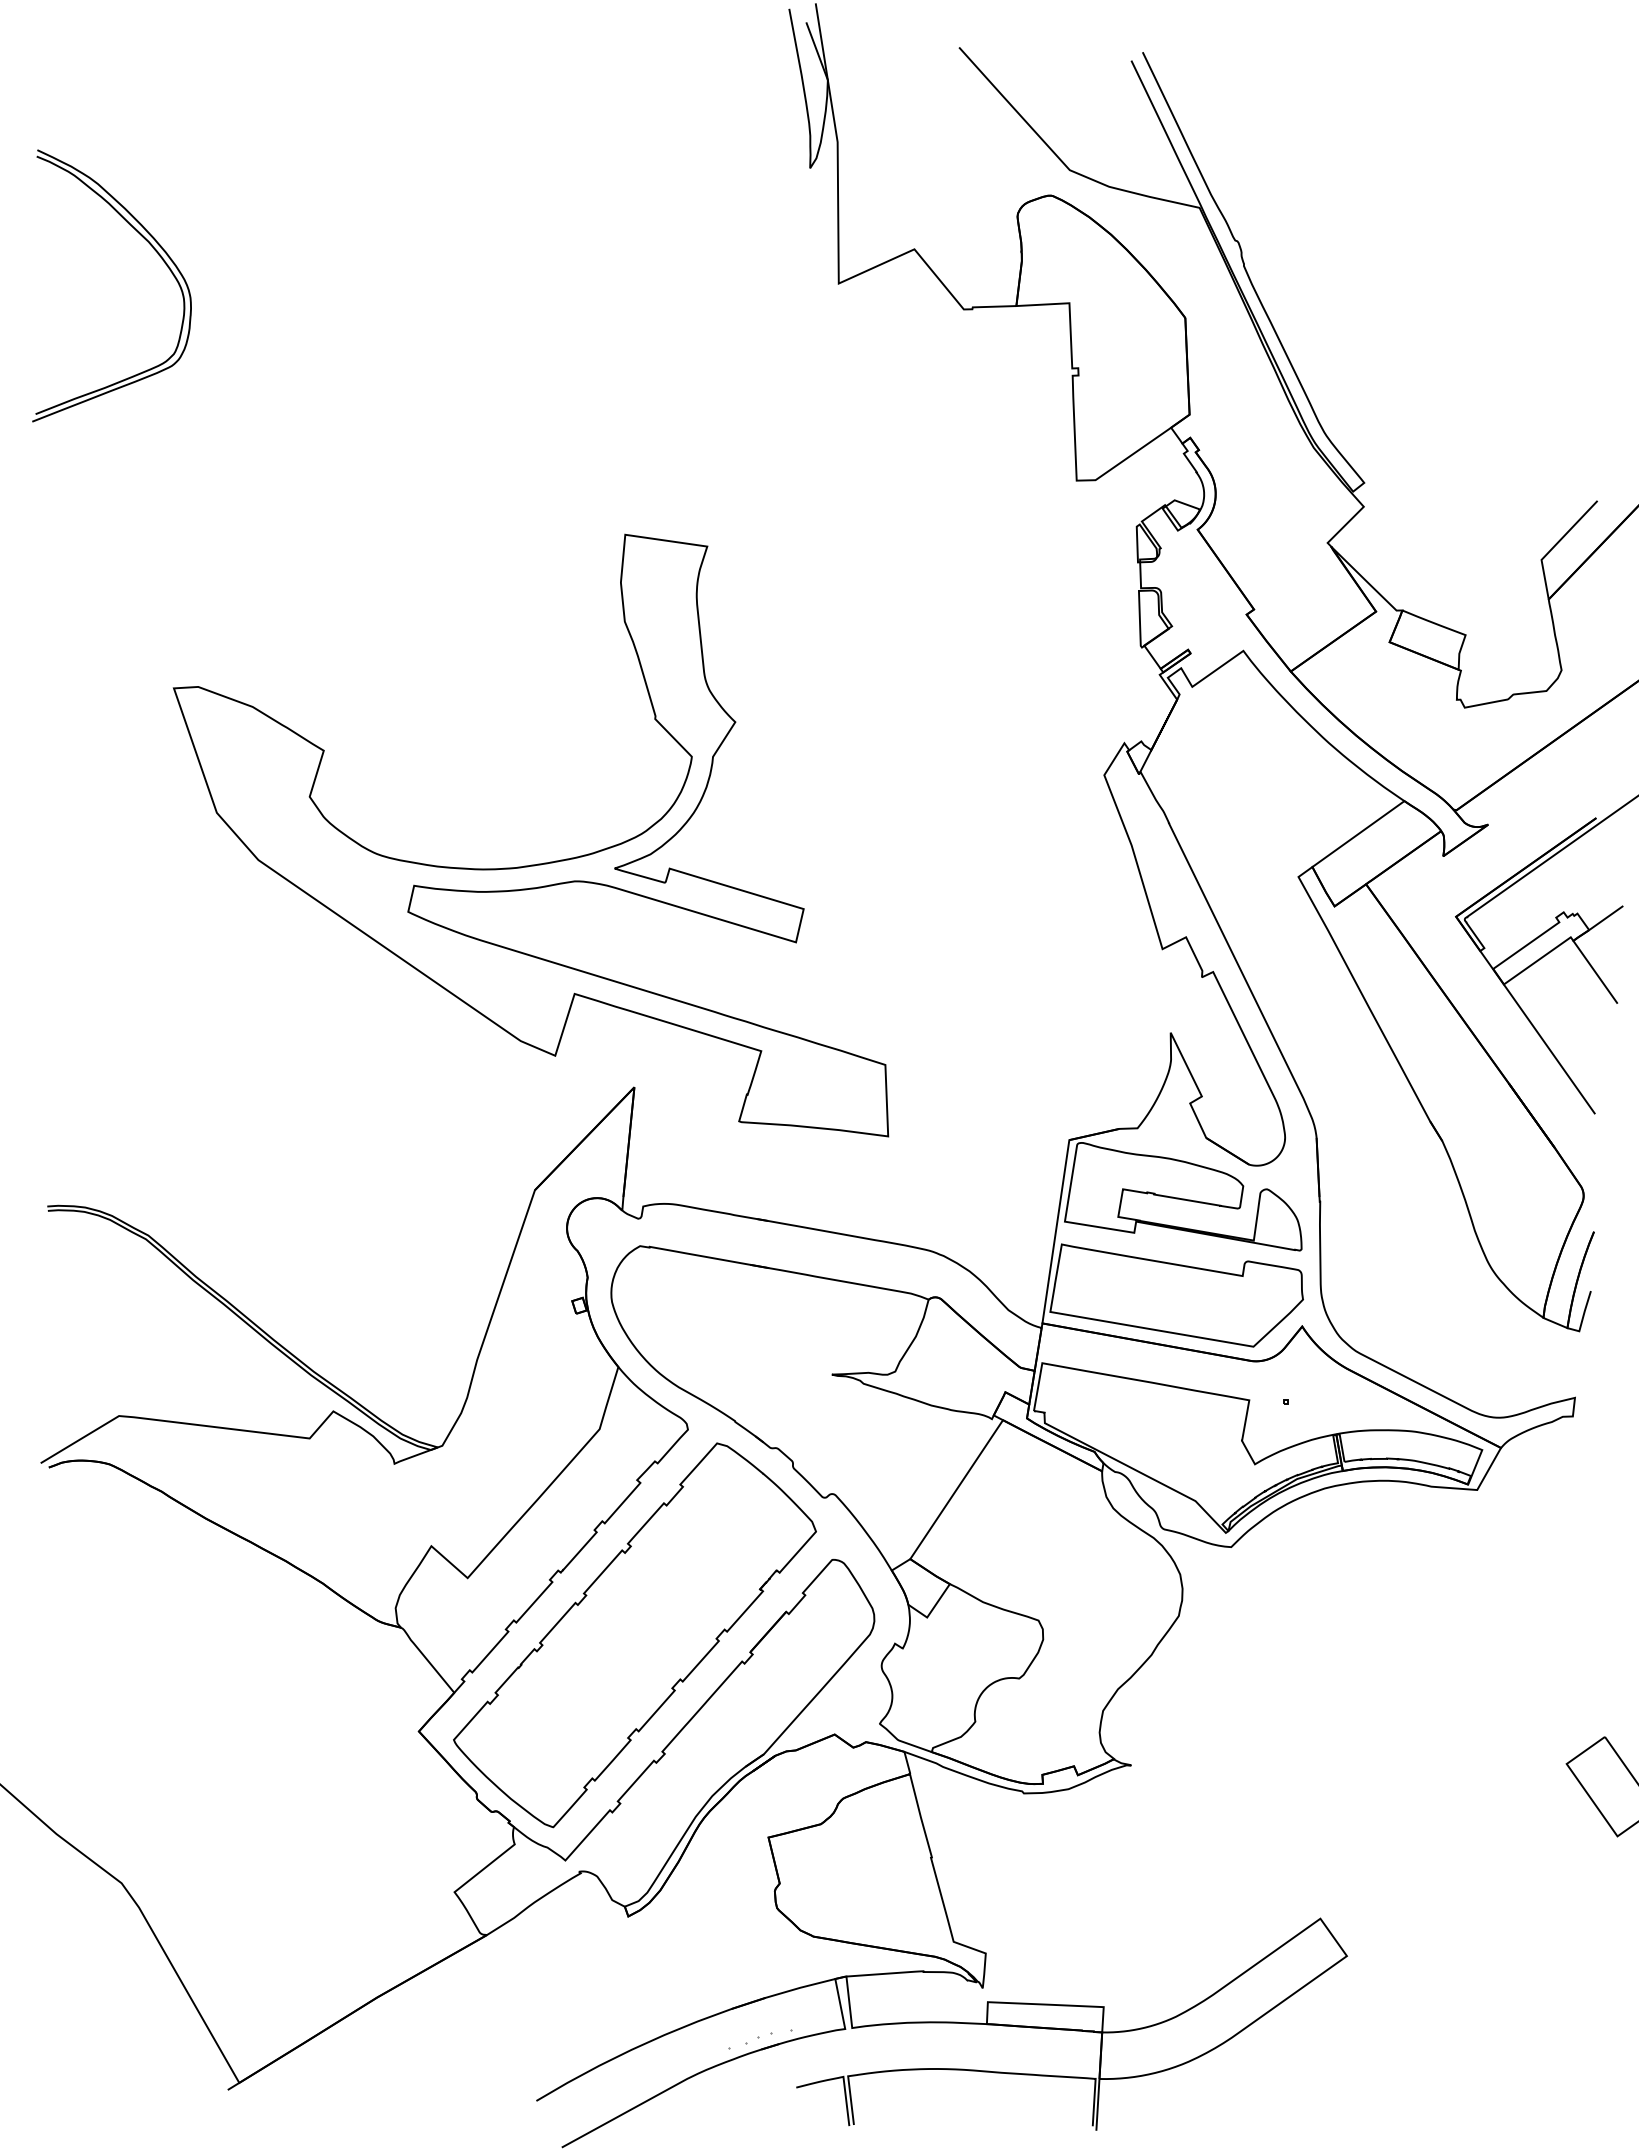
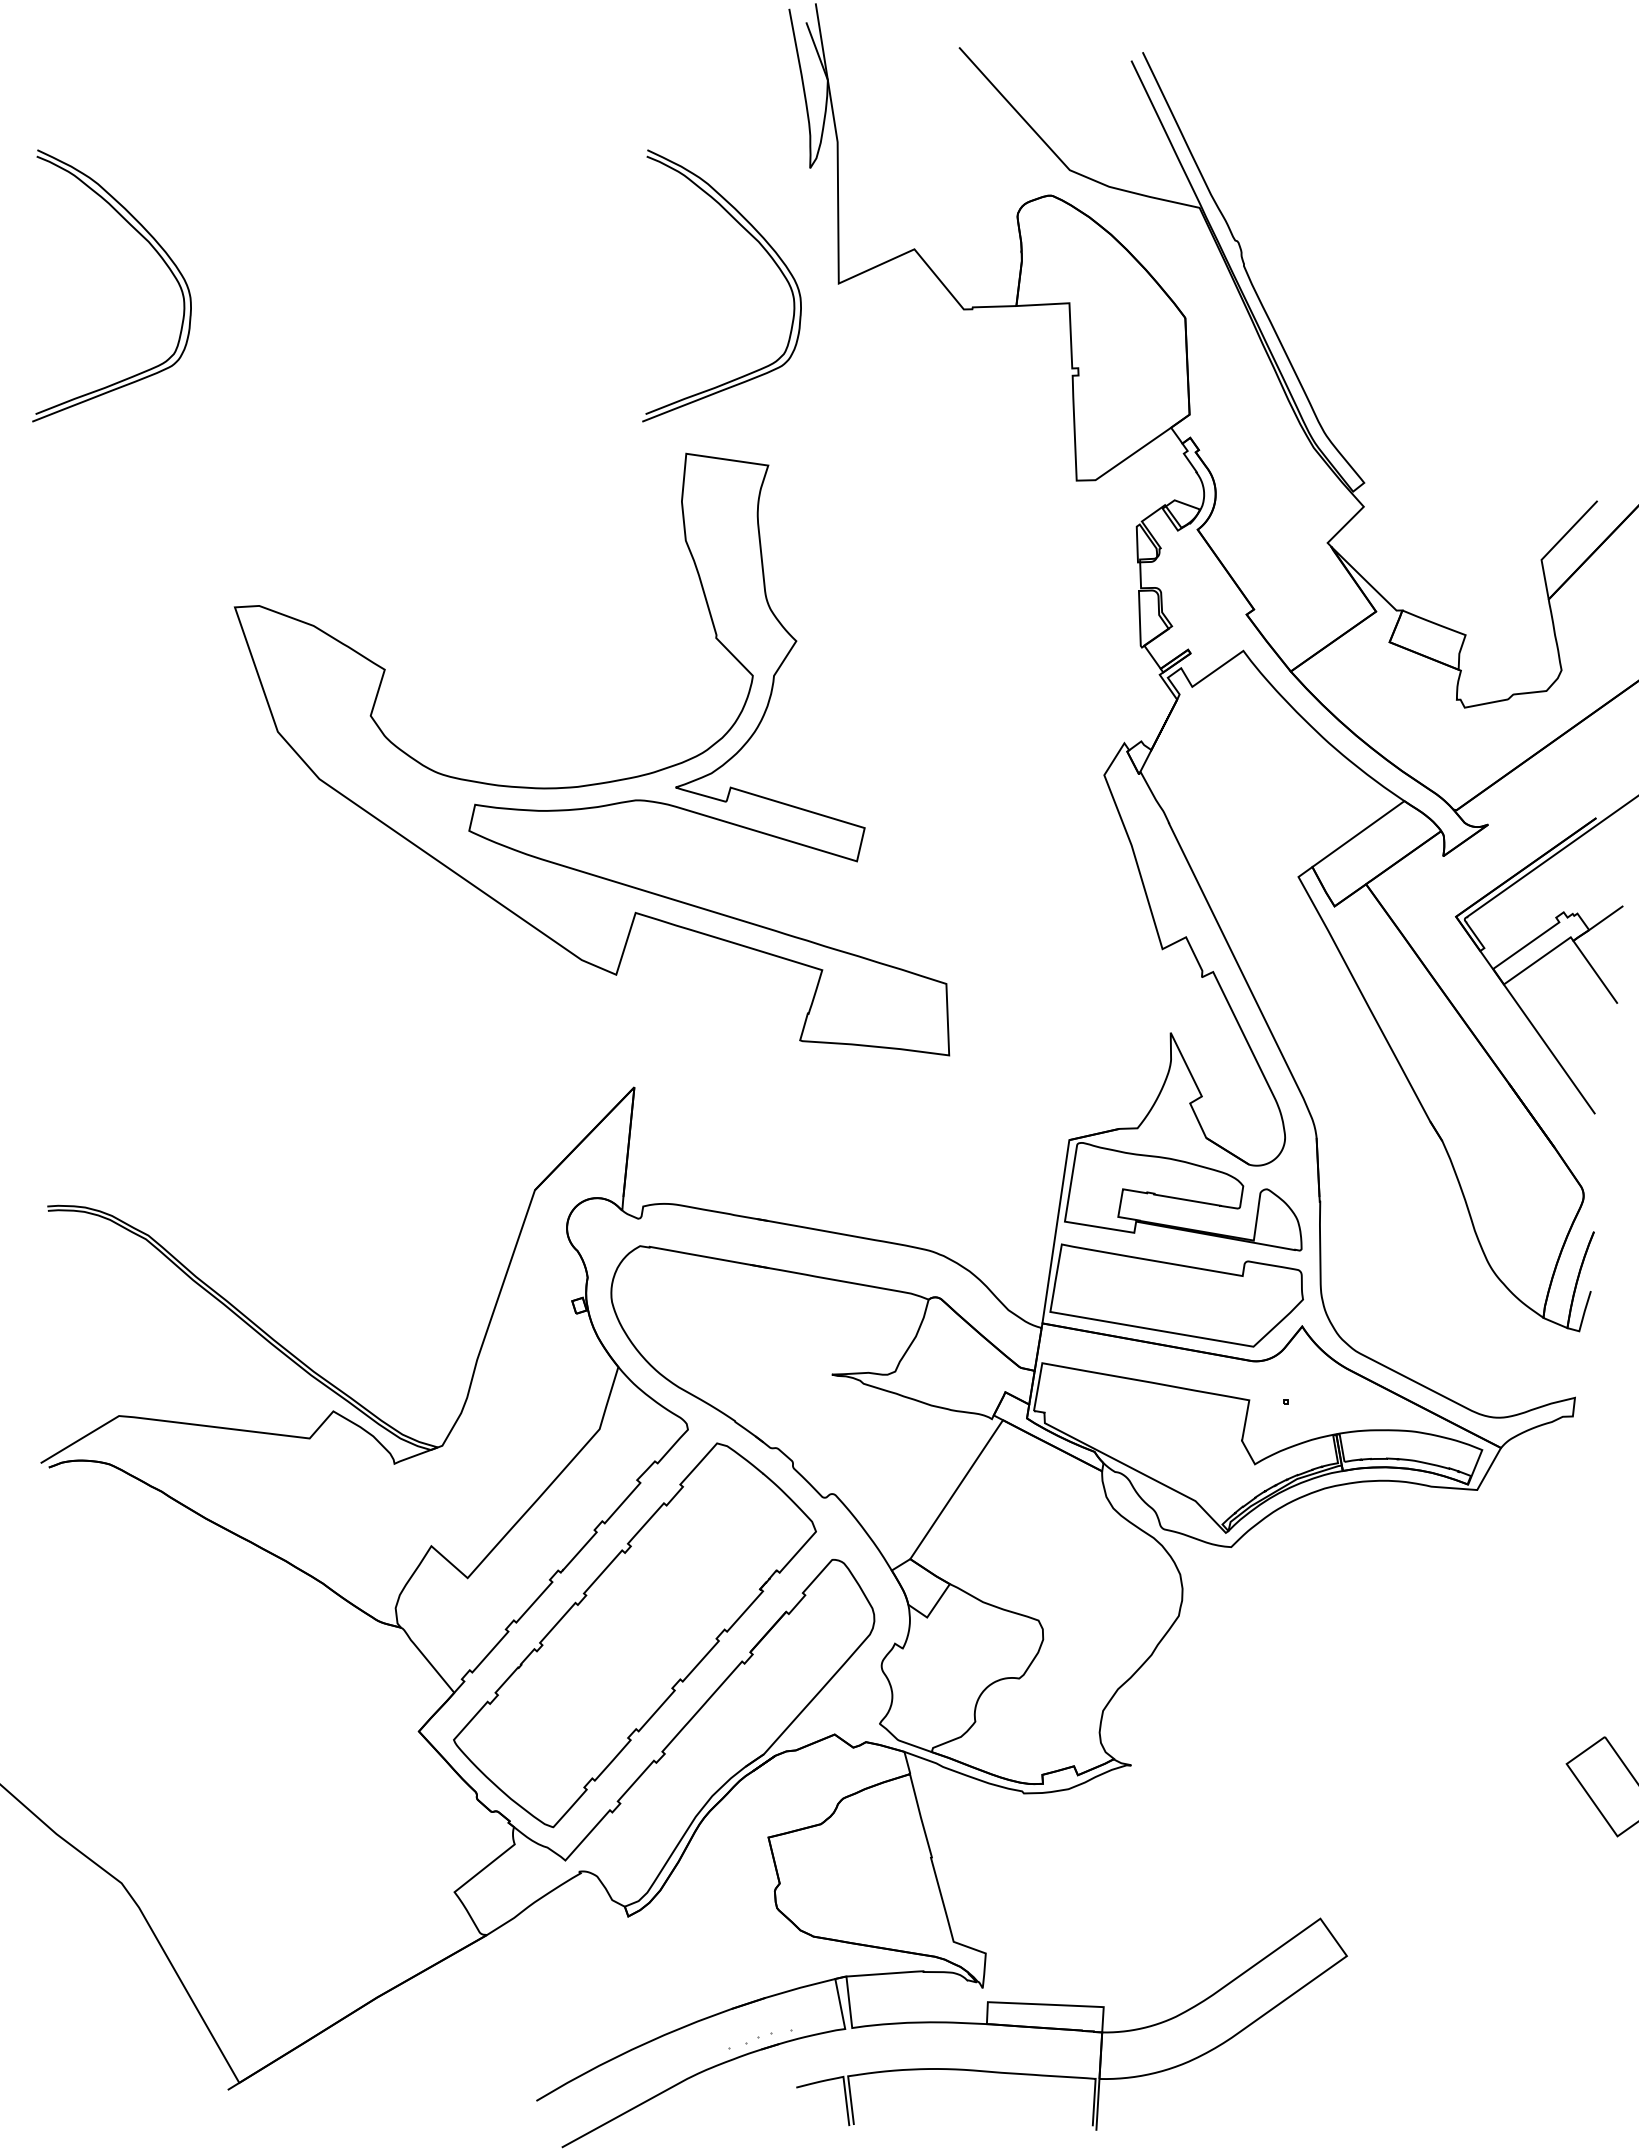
part at (763, 249): none -> present
part at (537, 863) position: (537, 863) -> (598, 782)
